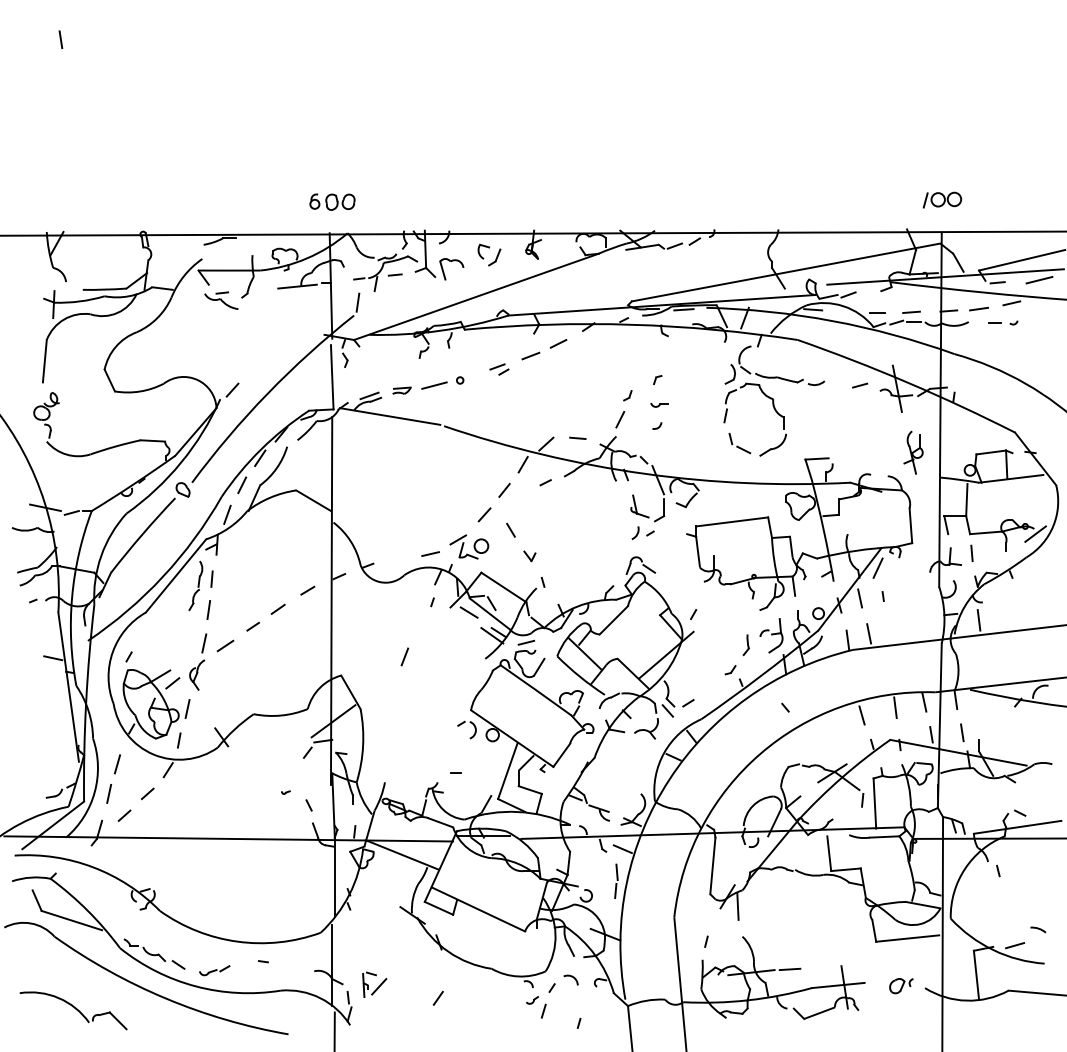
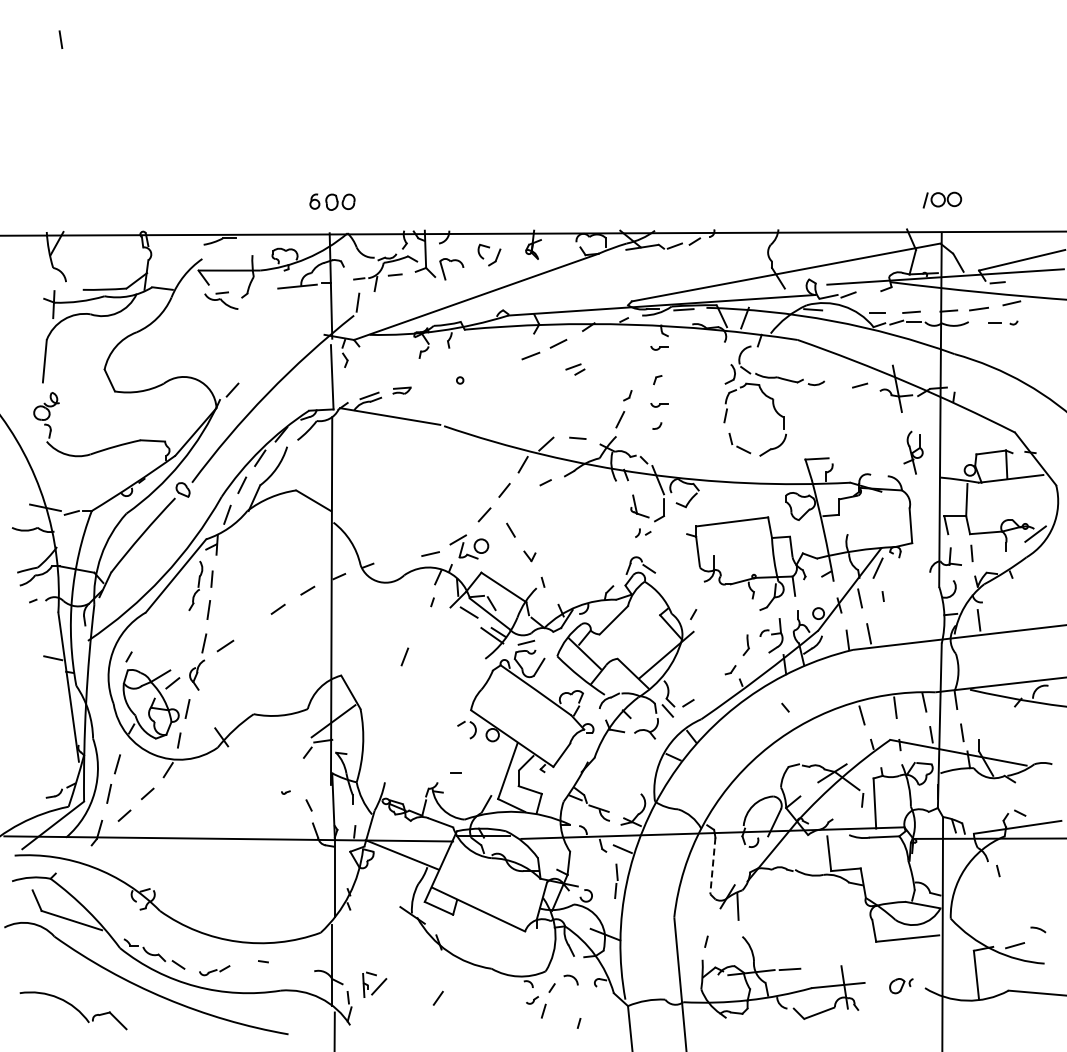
line at (1039, 279): present -> none
part at (659, 348): none -> present
part at (499, 369) position: (499, 369) -> (575, 369)
line at (434, 385): present -> none
part at (642, 532) size: 24x14 px -> 17x10 px
line at (252, 626): present -> none
line at (712, 866): solid -> dashed
